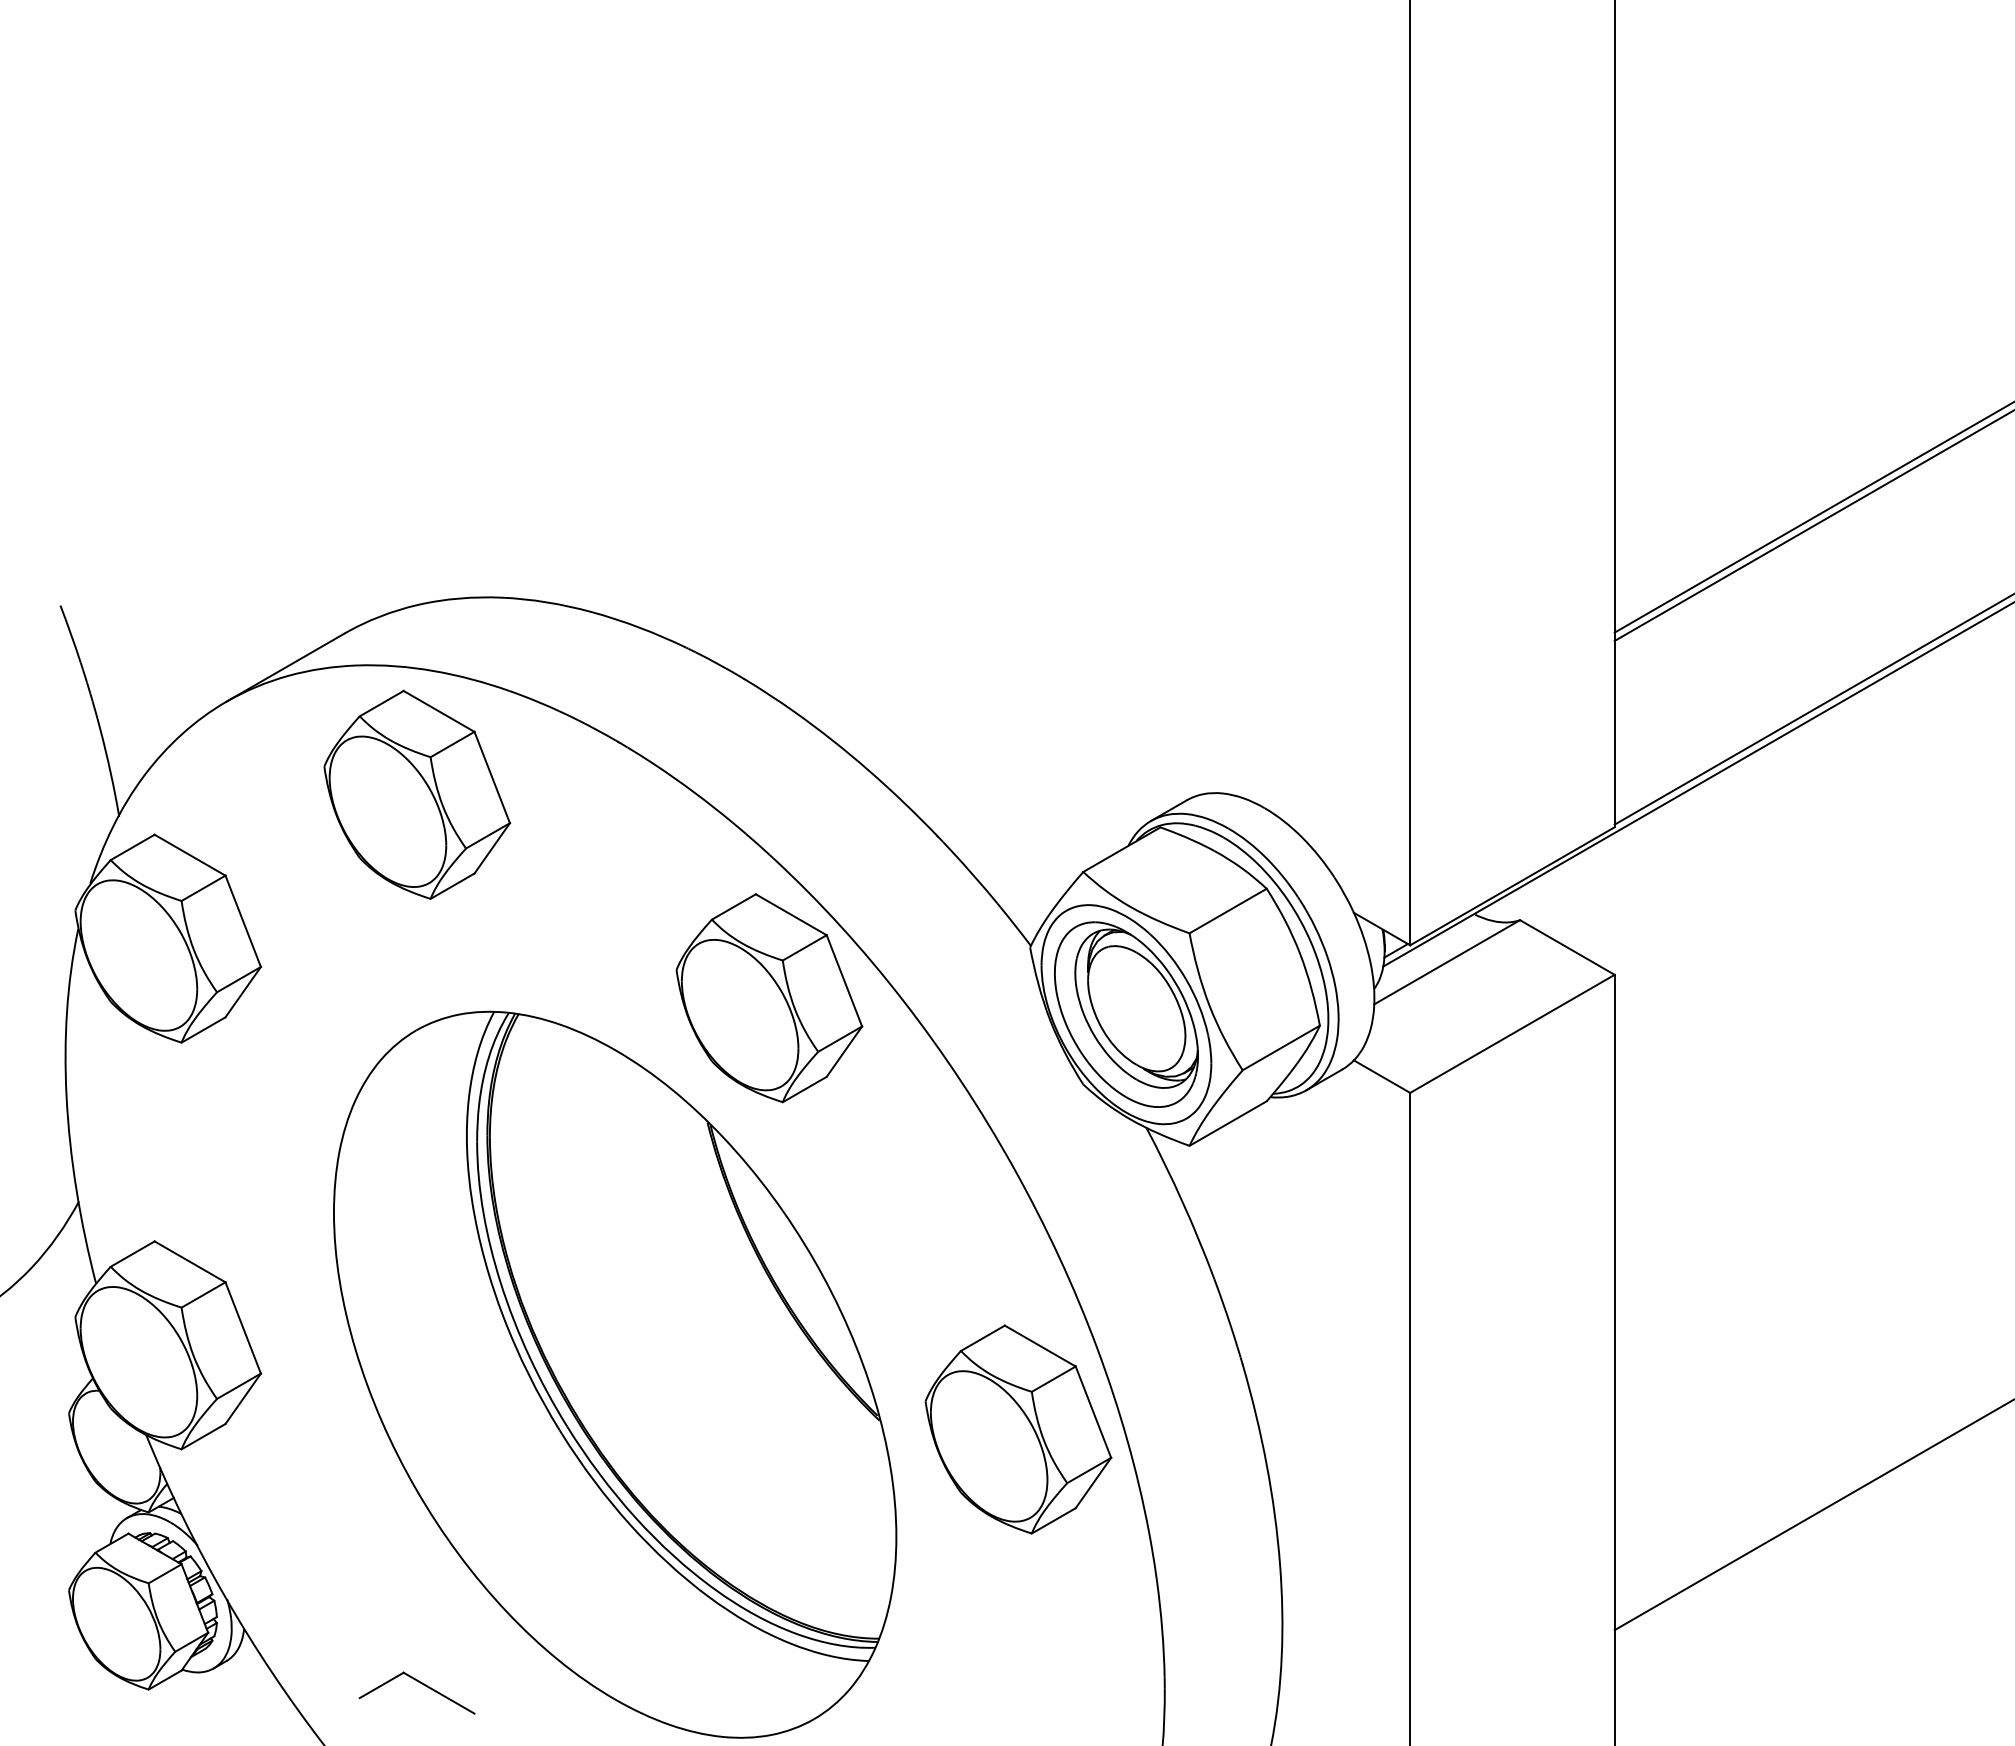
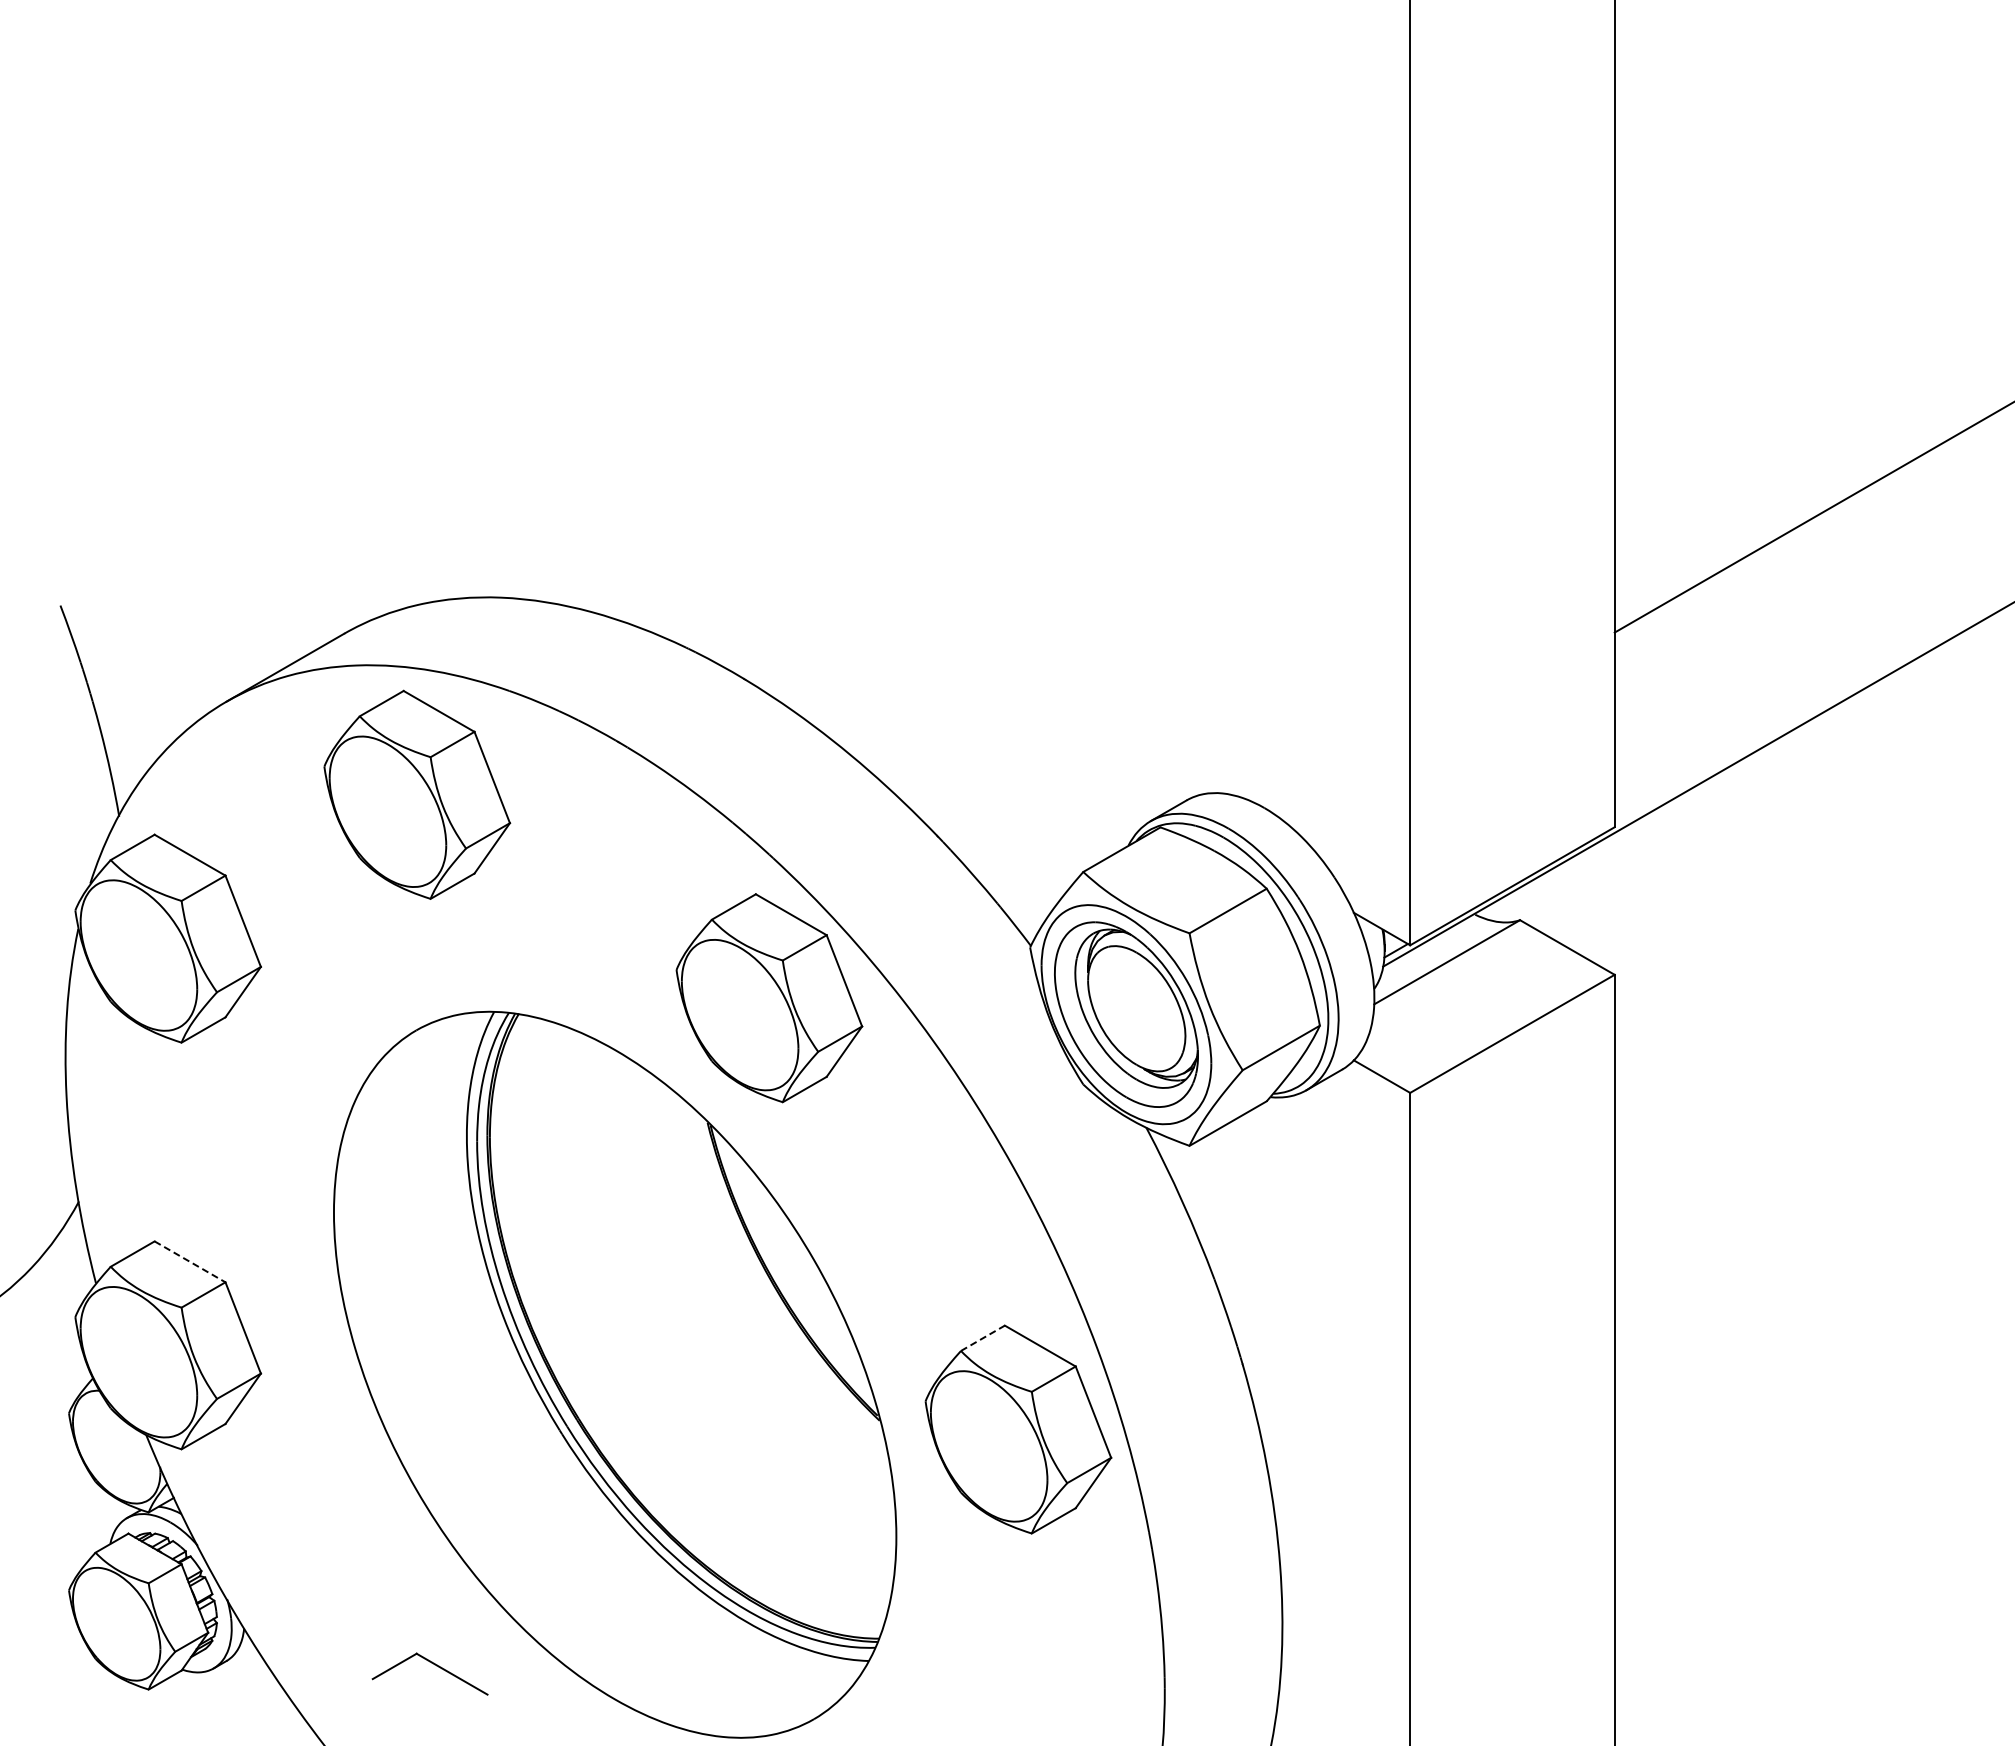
line at (1812, 525): present -> none
line at (1812, 709): present -> none
line at (190, 1261): solid -> dashed
line at (983, 1338): solid -> dashed
line at (1812, 1515): present -> none
part at (421, 1684) position: (421, 1684) -> (434, 1665)
